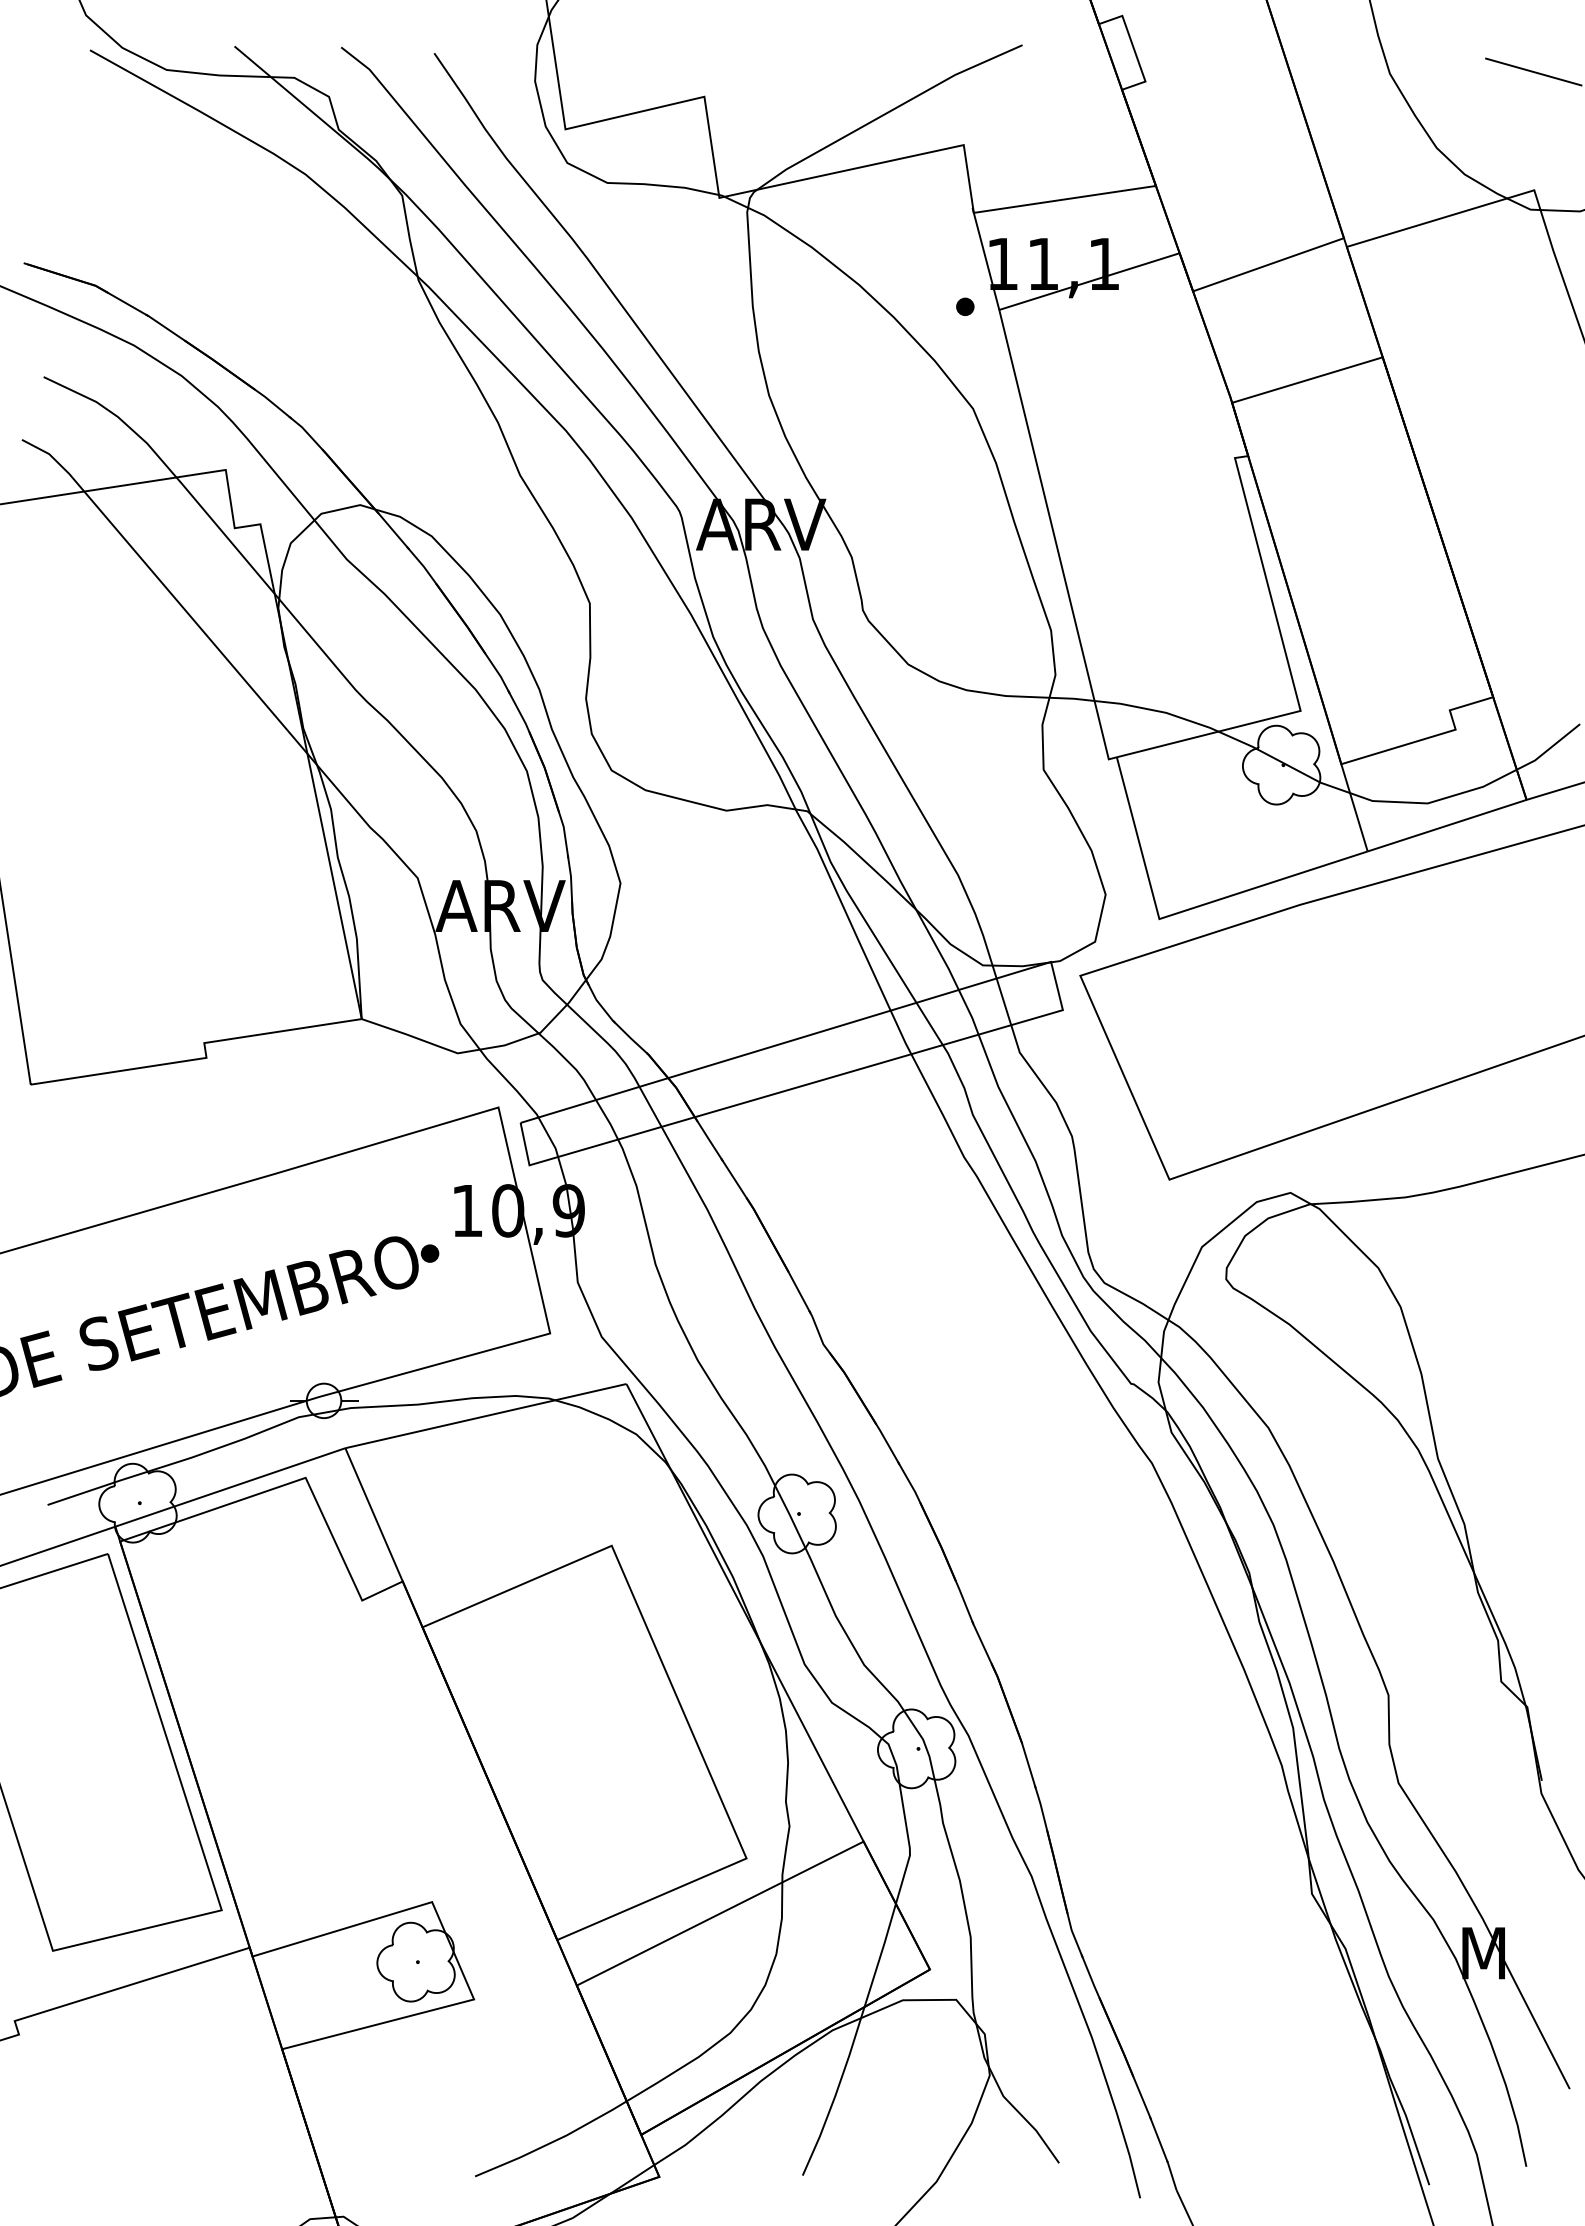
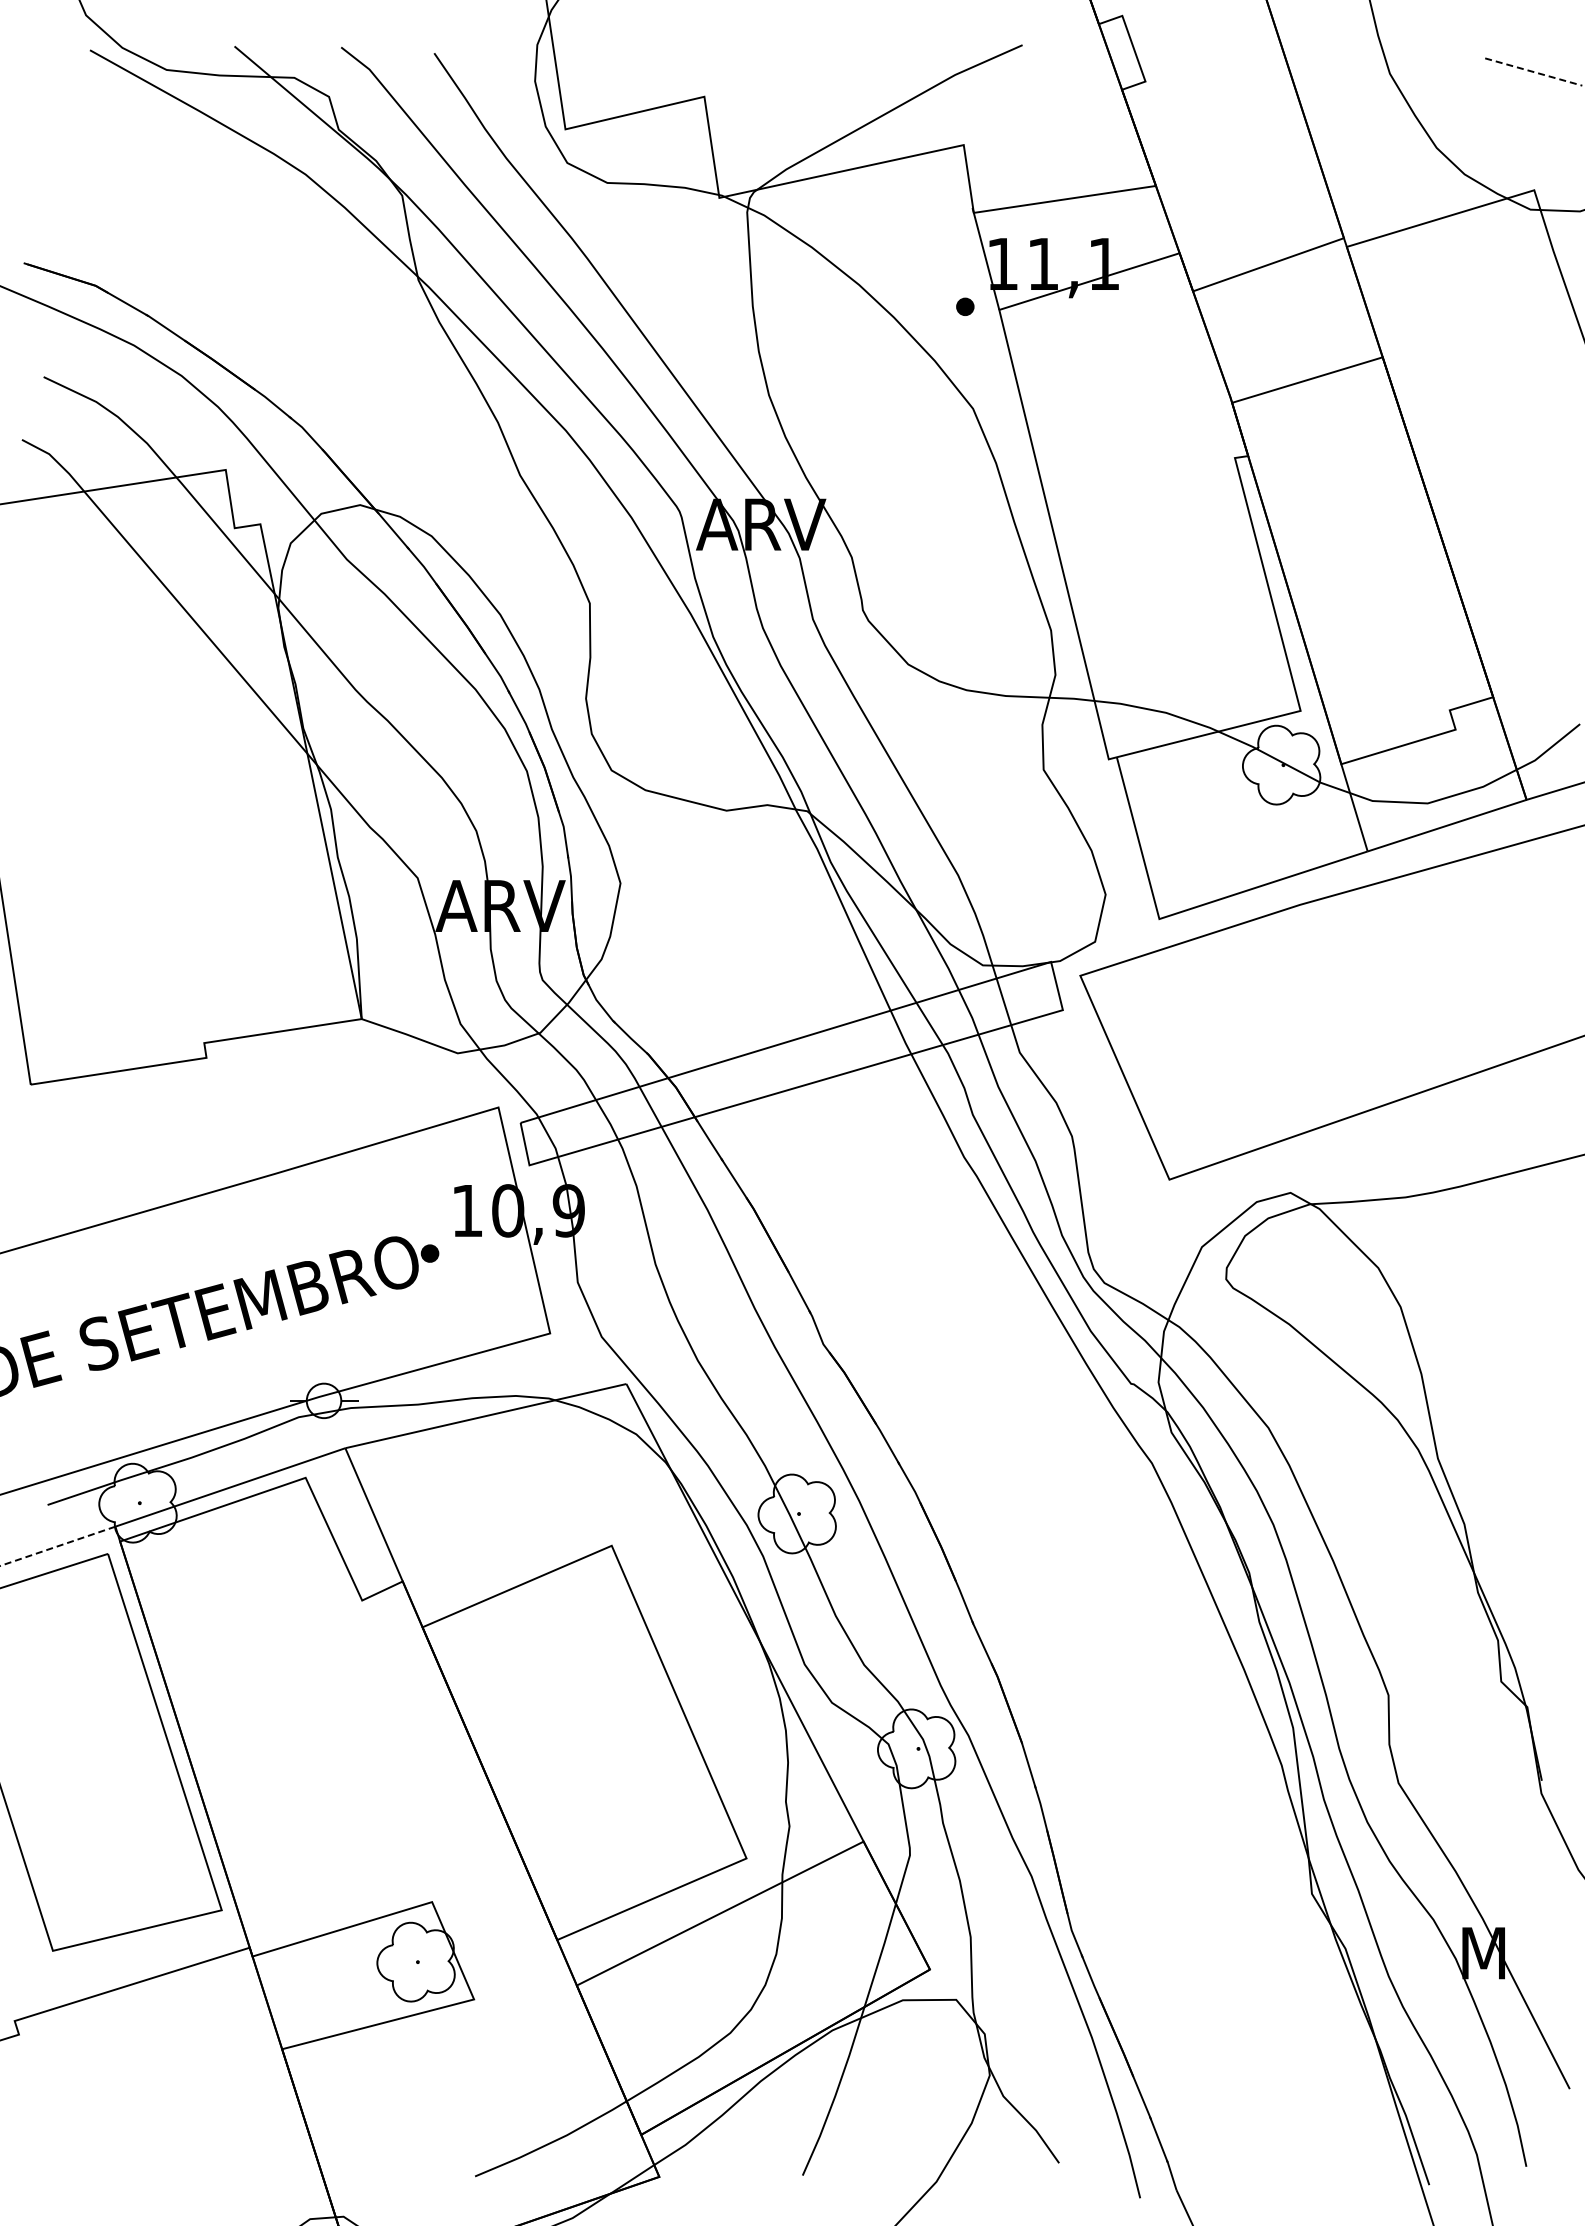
line at (1534, 72): solid -> dashed
line at (57, 1546): solid -> dashed
